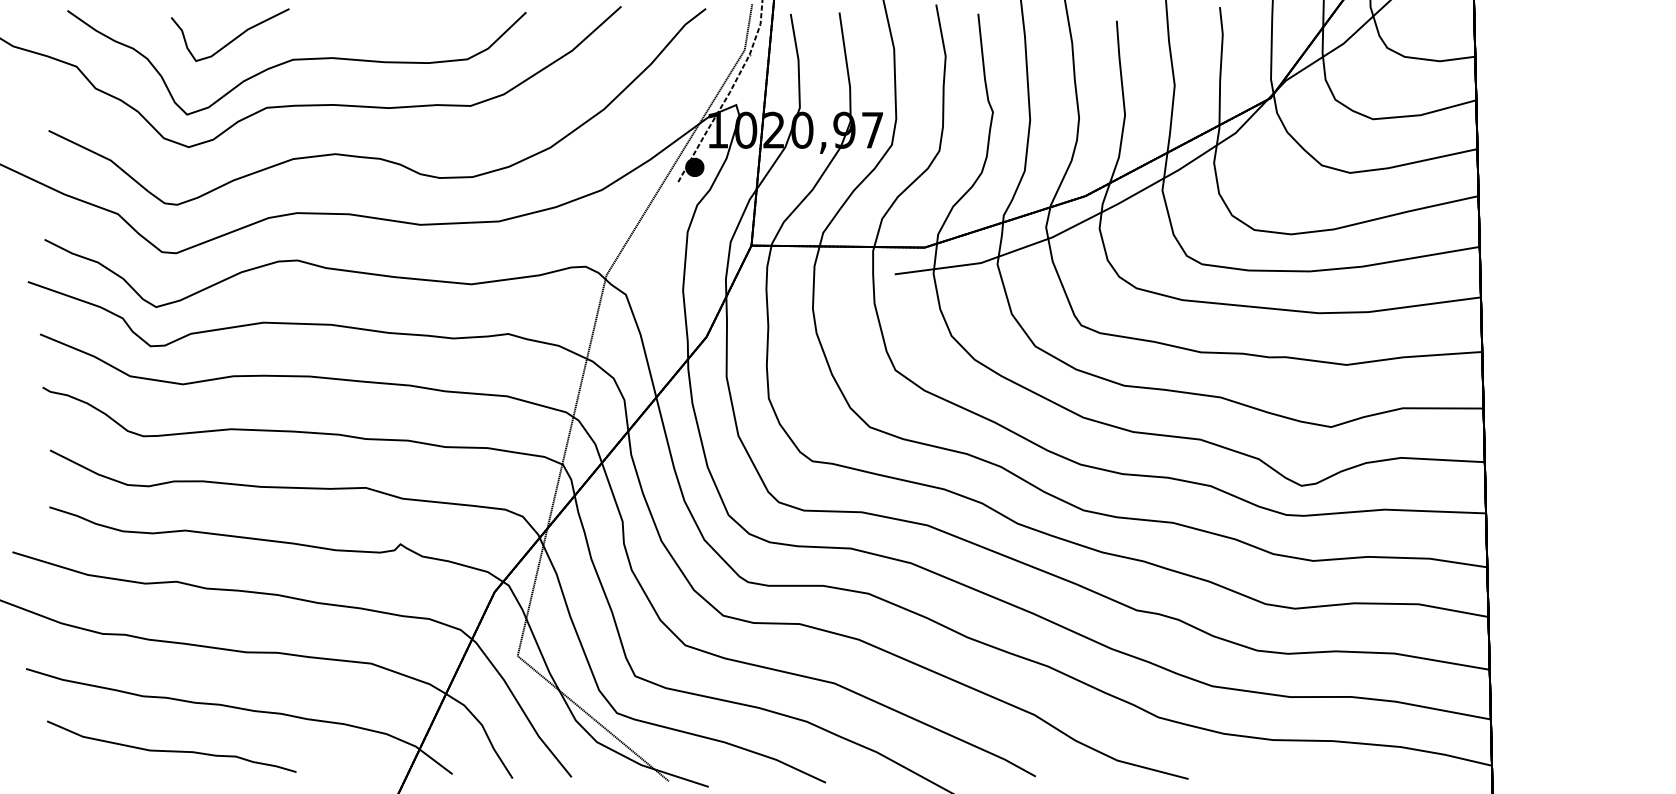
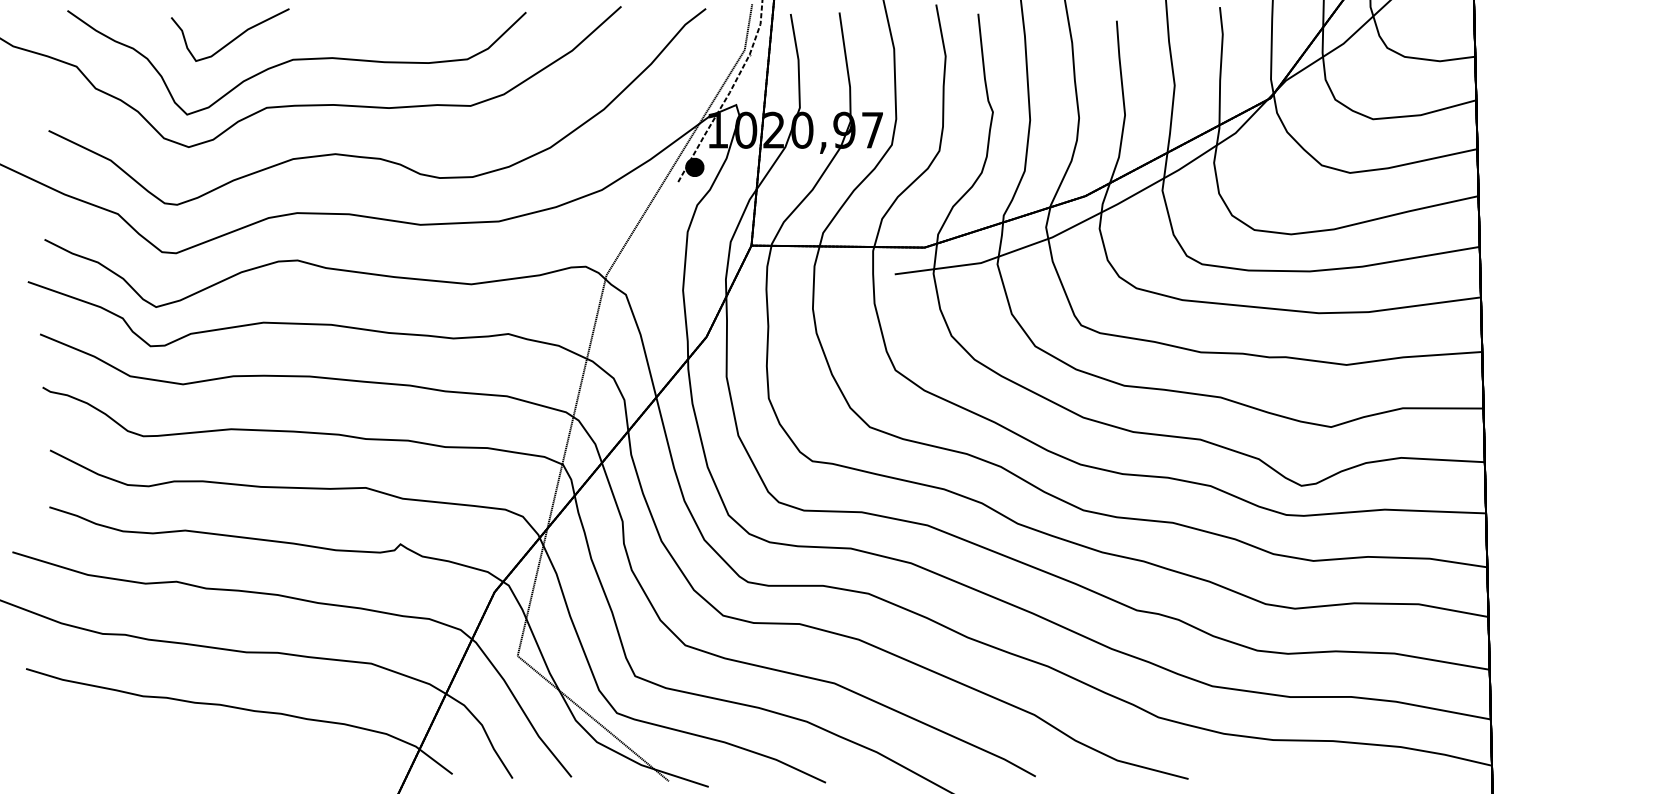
curve at (171, 750): present -> none
